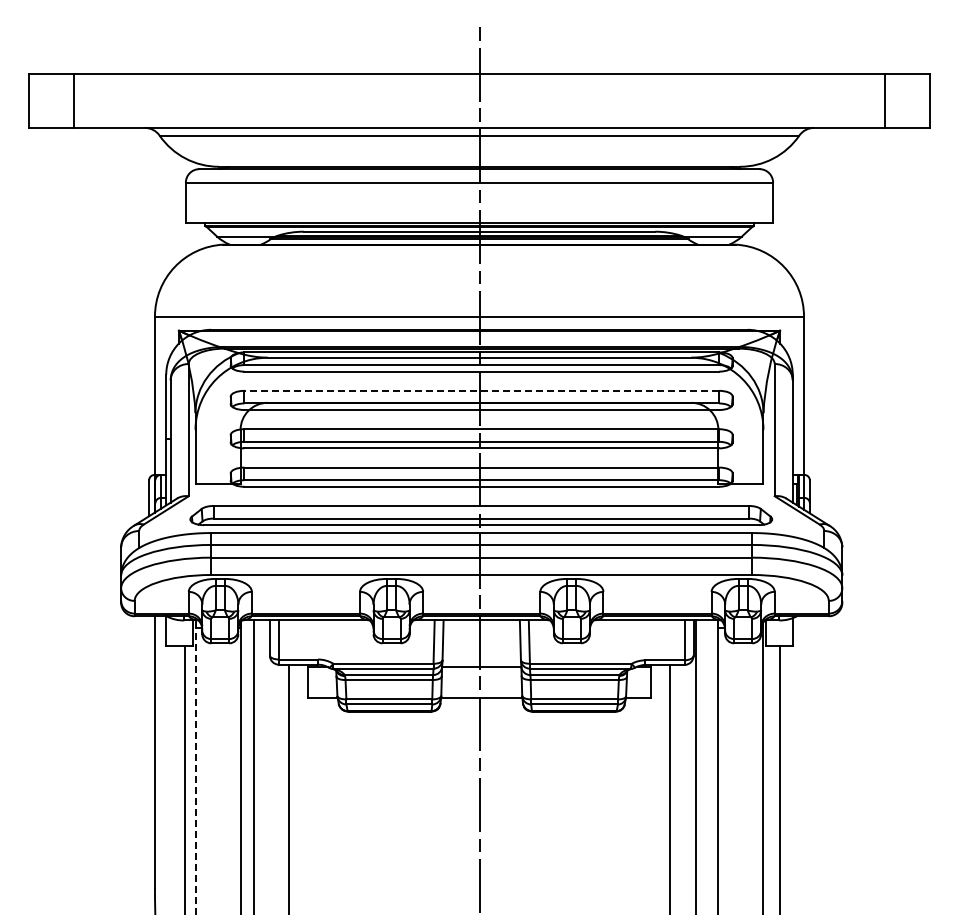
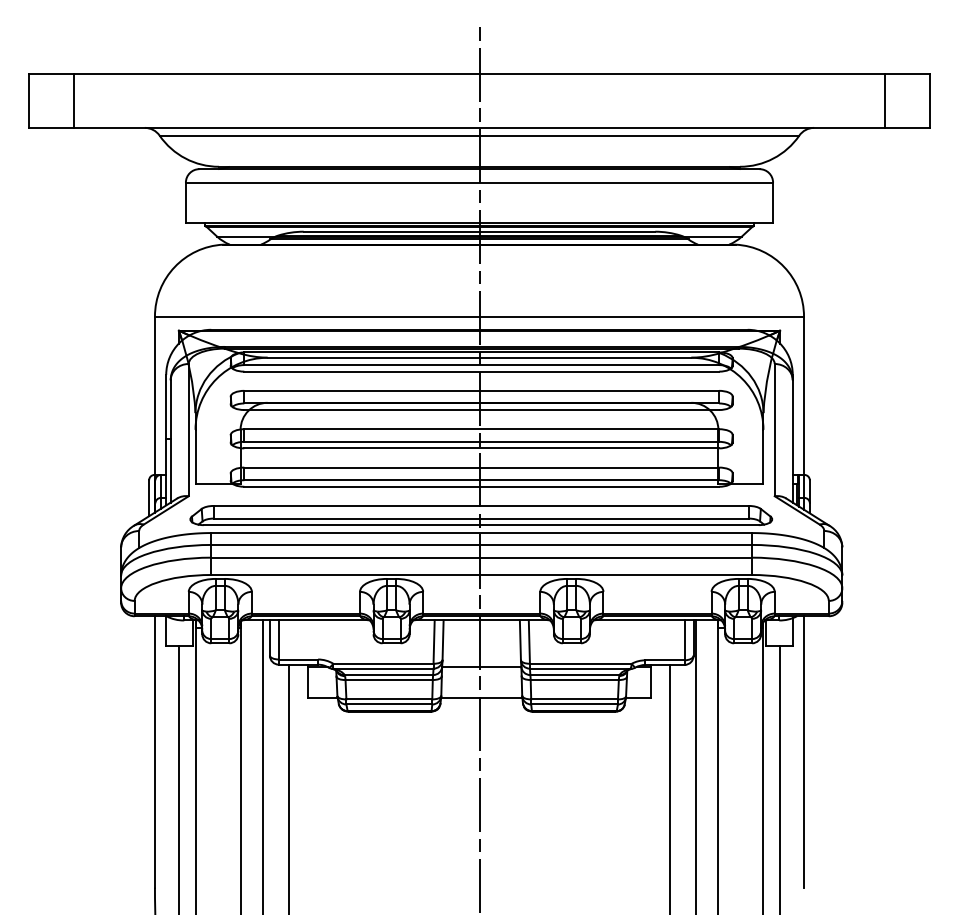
line at (481, 390): dashed -> solid
line at (804, 751): none -> present
line at (254, 765) position: (254, 765) -> (263, 765)
line at (195, 767): dashed -> solid
line at (184, 778) position: (184, 778) -> (178, 778)
